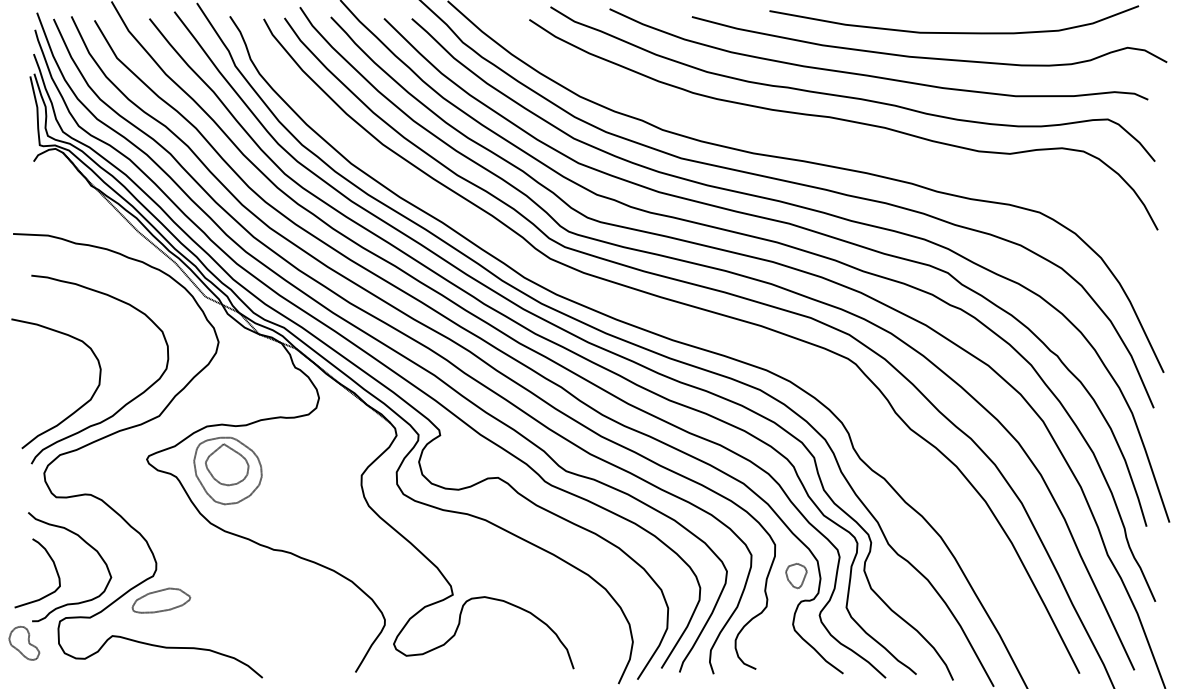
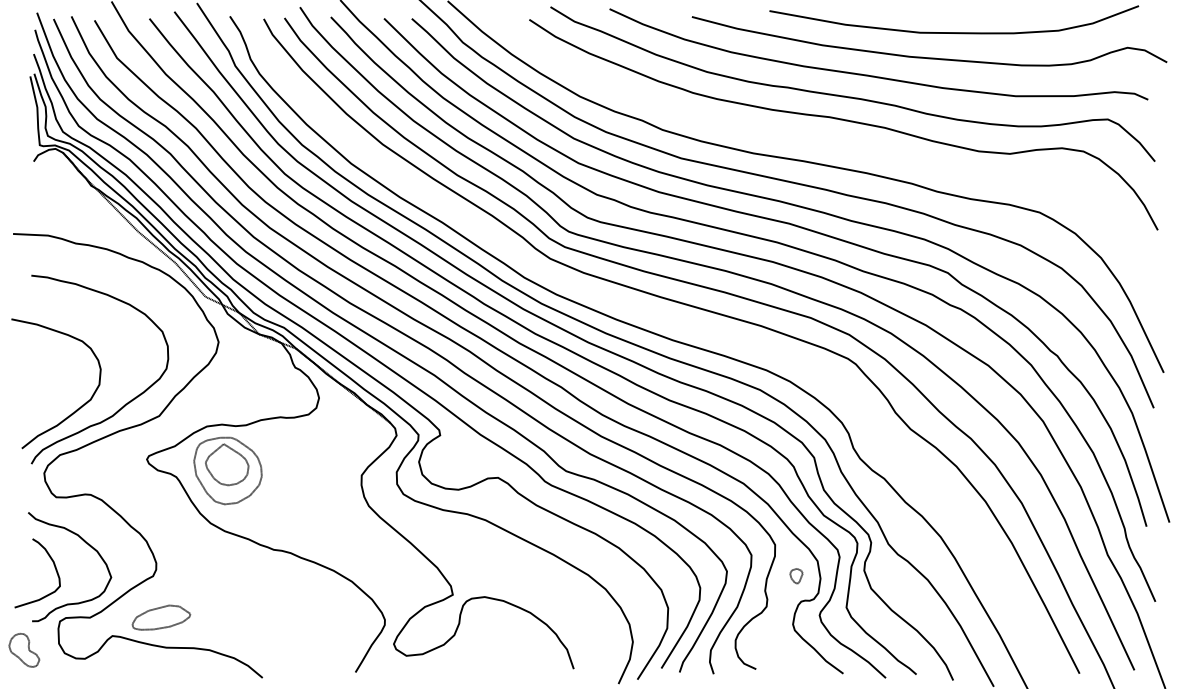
part at (796, 576) size: 23x27 px -> 15x17 px
part at (161, 600) position: (161, 600) -> (161, 617)
part at (24, 643) position: (24, 643) -> (24, 650)
